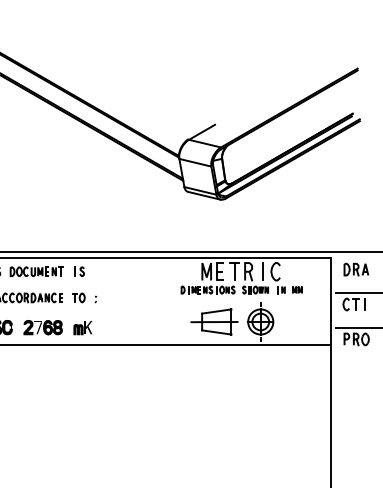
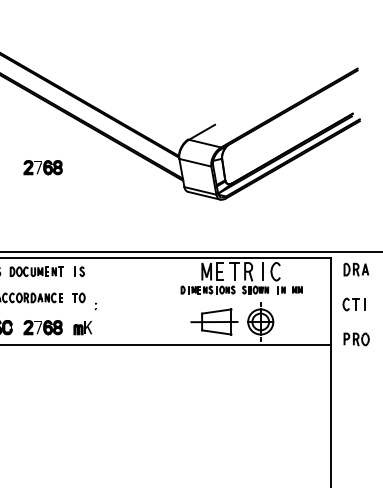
part at (42, 167): none -> present
line at (357, 292): present -> none
part at (95, 299) position: (95, 299) -> (95, 306)
line at (357, 327): present -> none
